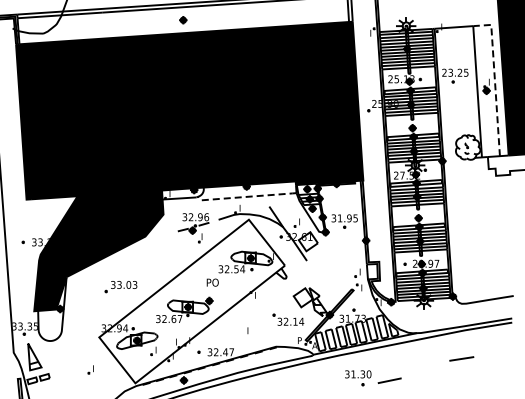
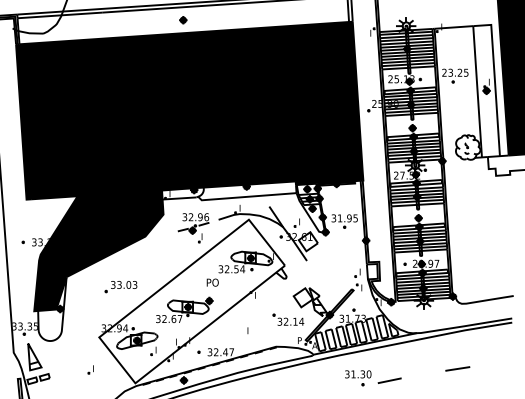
line at (494, 80): dashed -> solid
line at (246, 196): dashed -> solid
line at (461, 358) position: (461, 358) -> (457, 368)
